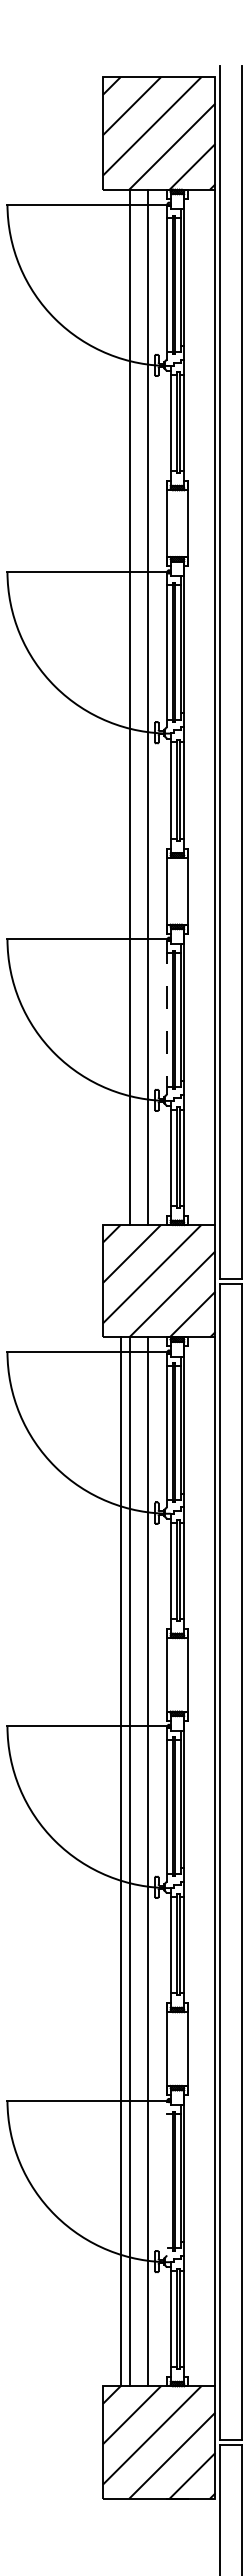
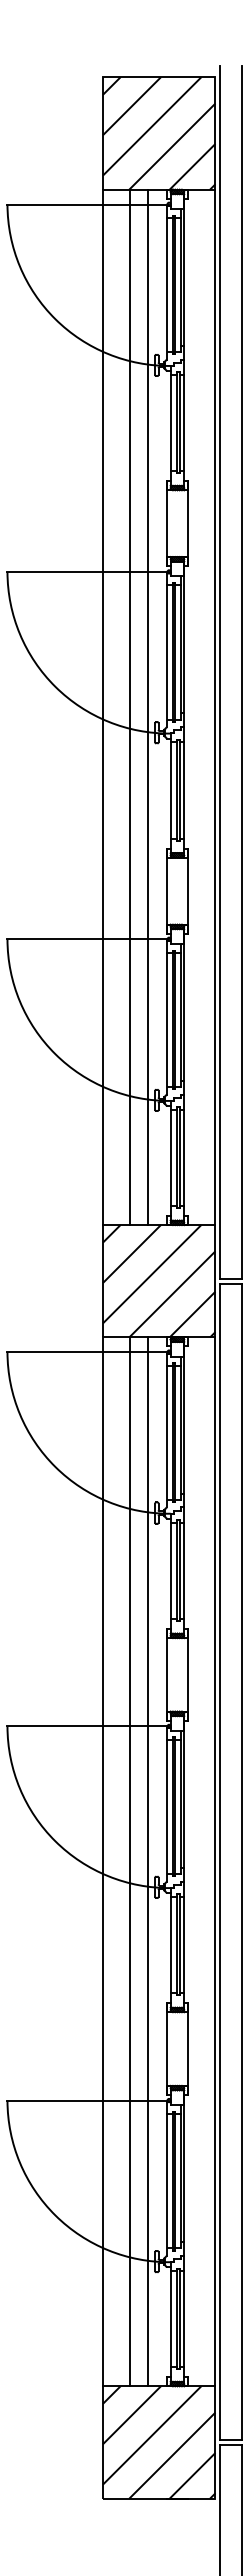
line at (103, 707): none -> present
line at (167, 1017): dashed -> solid
line at (121, 1861) position: (121, 1861) -> (103, 1861)
line at (167, 2178): none -> present
